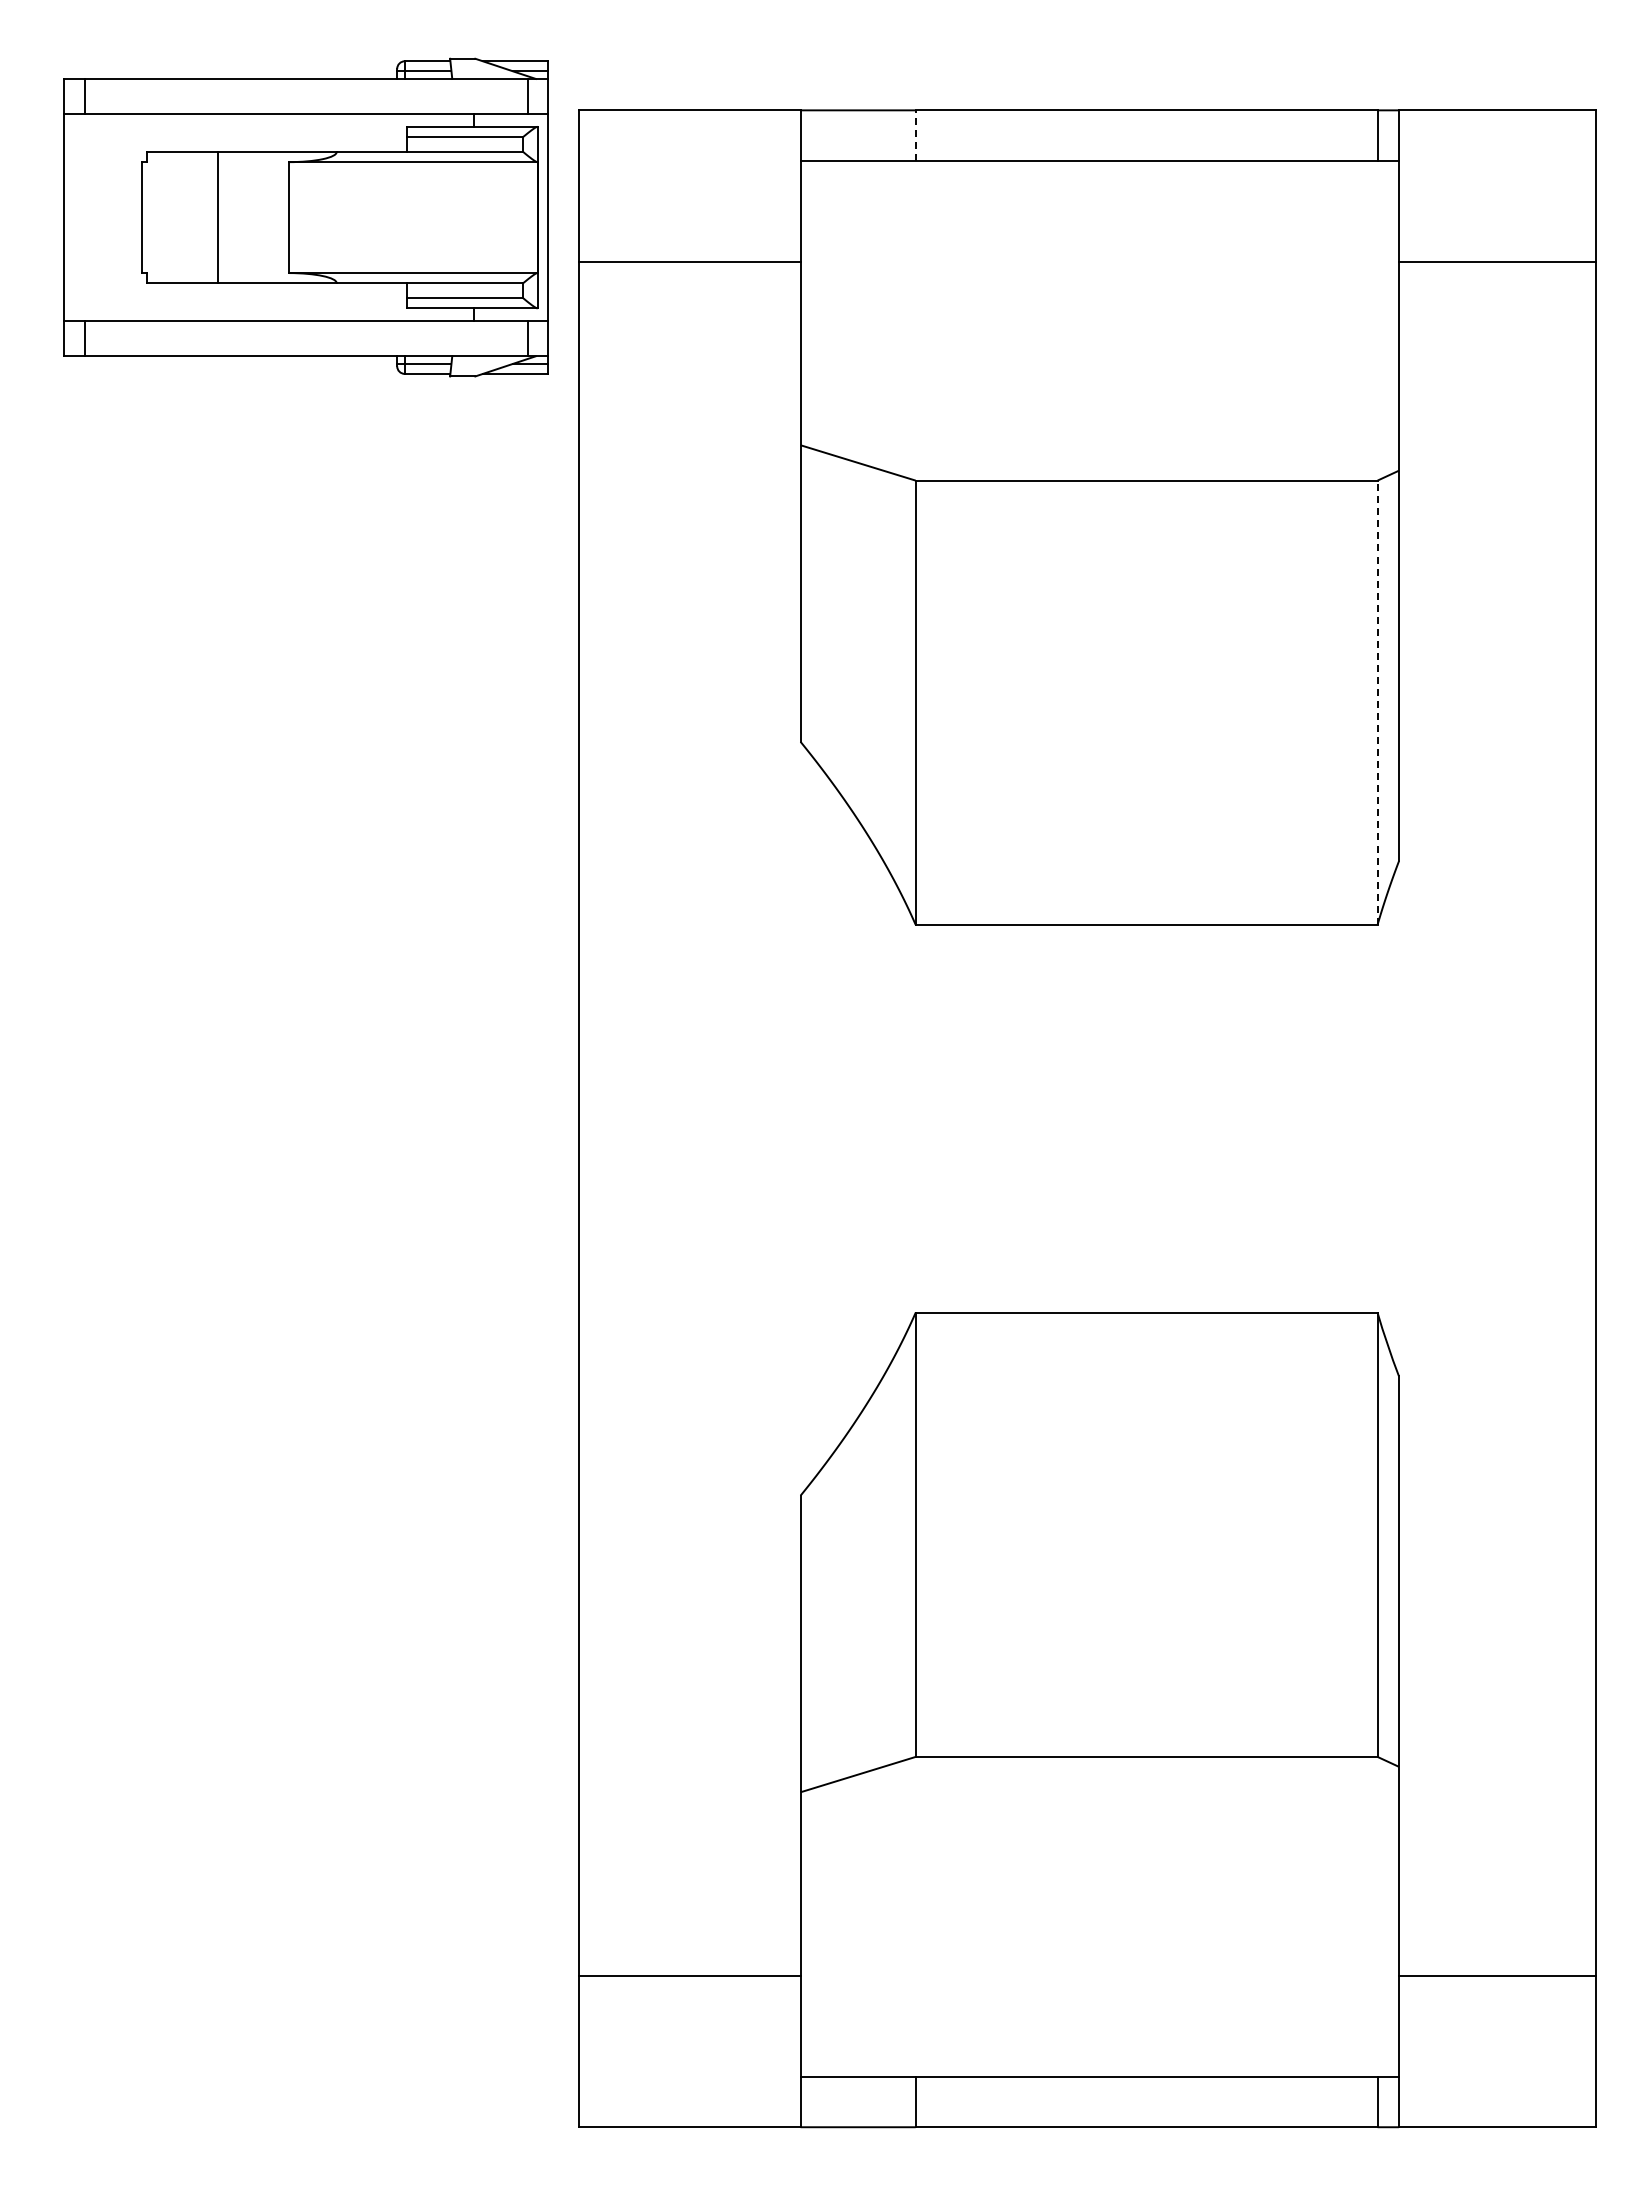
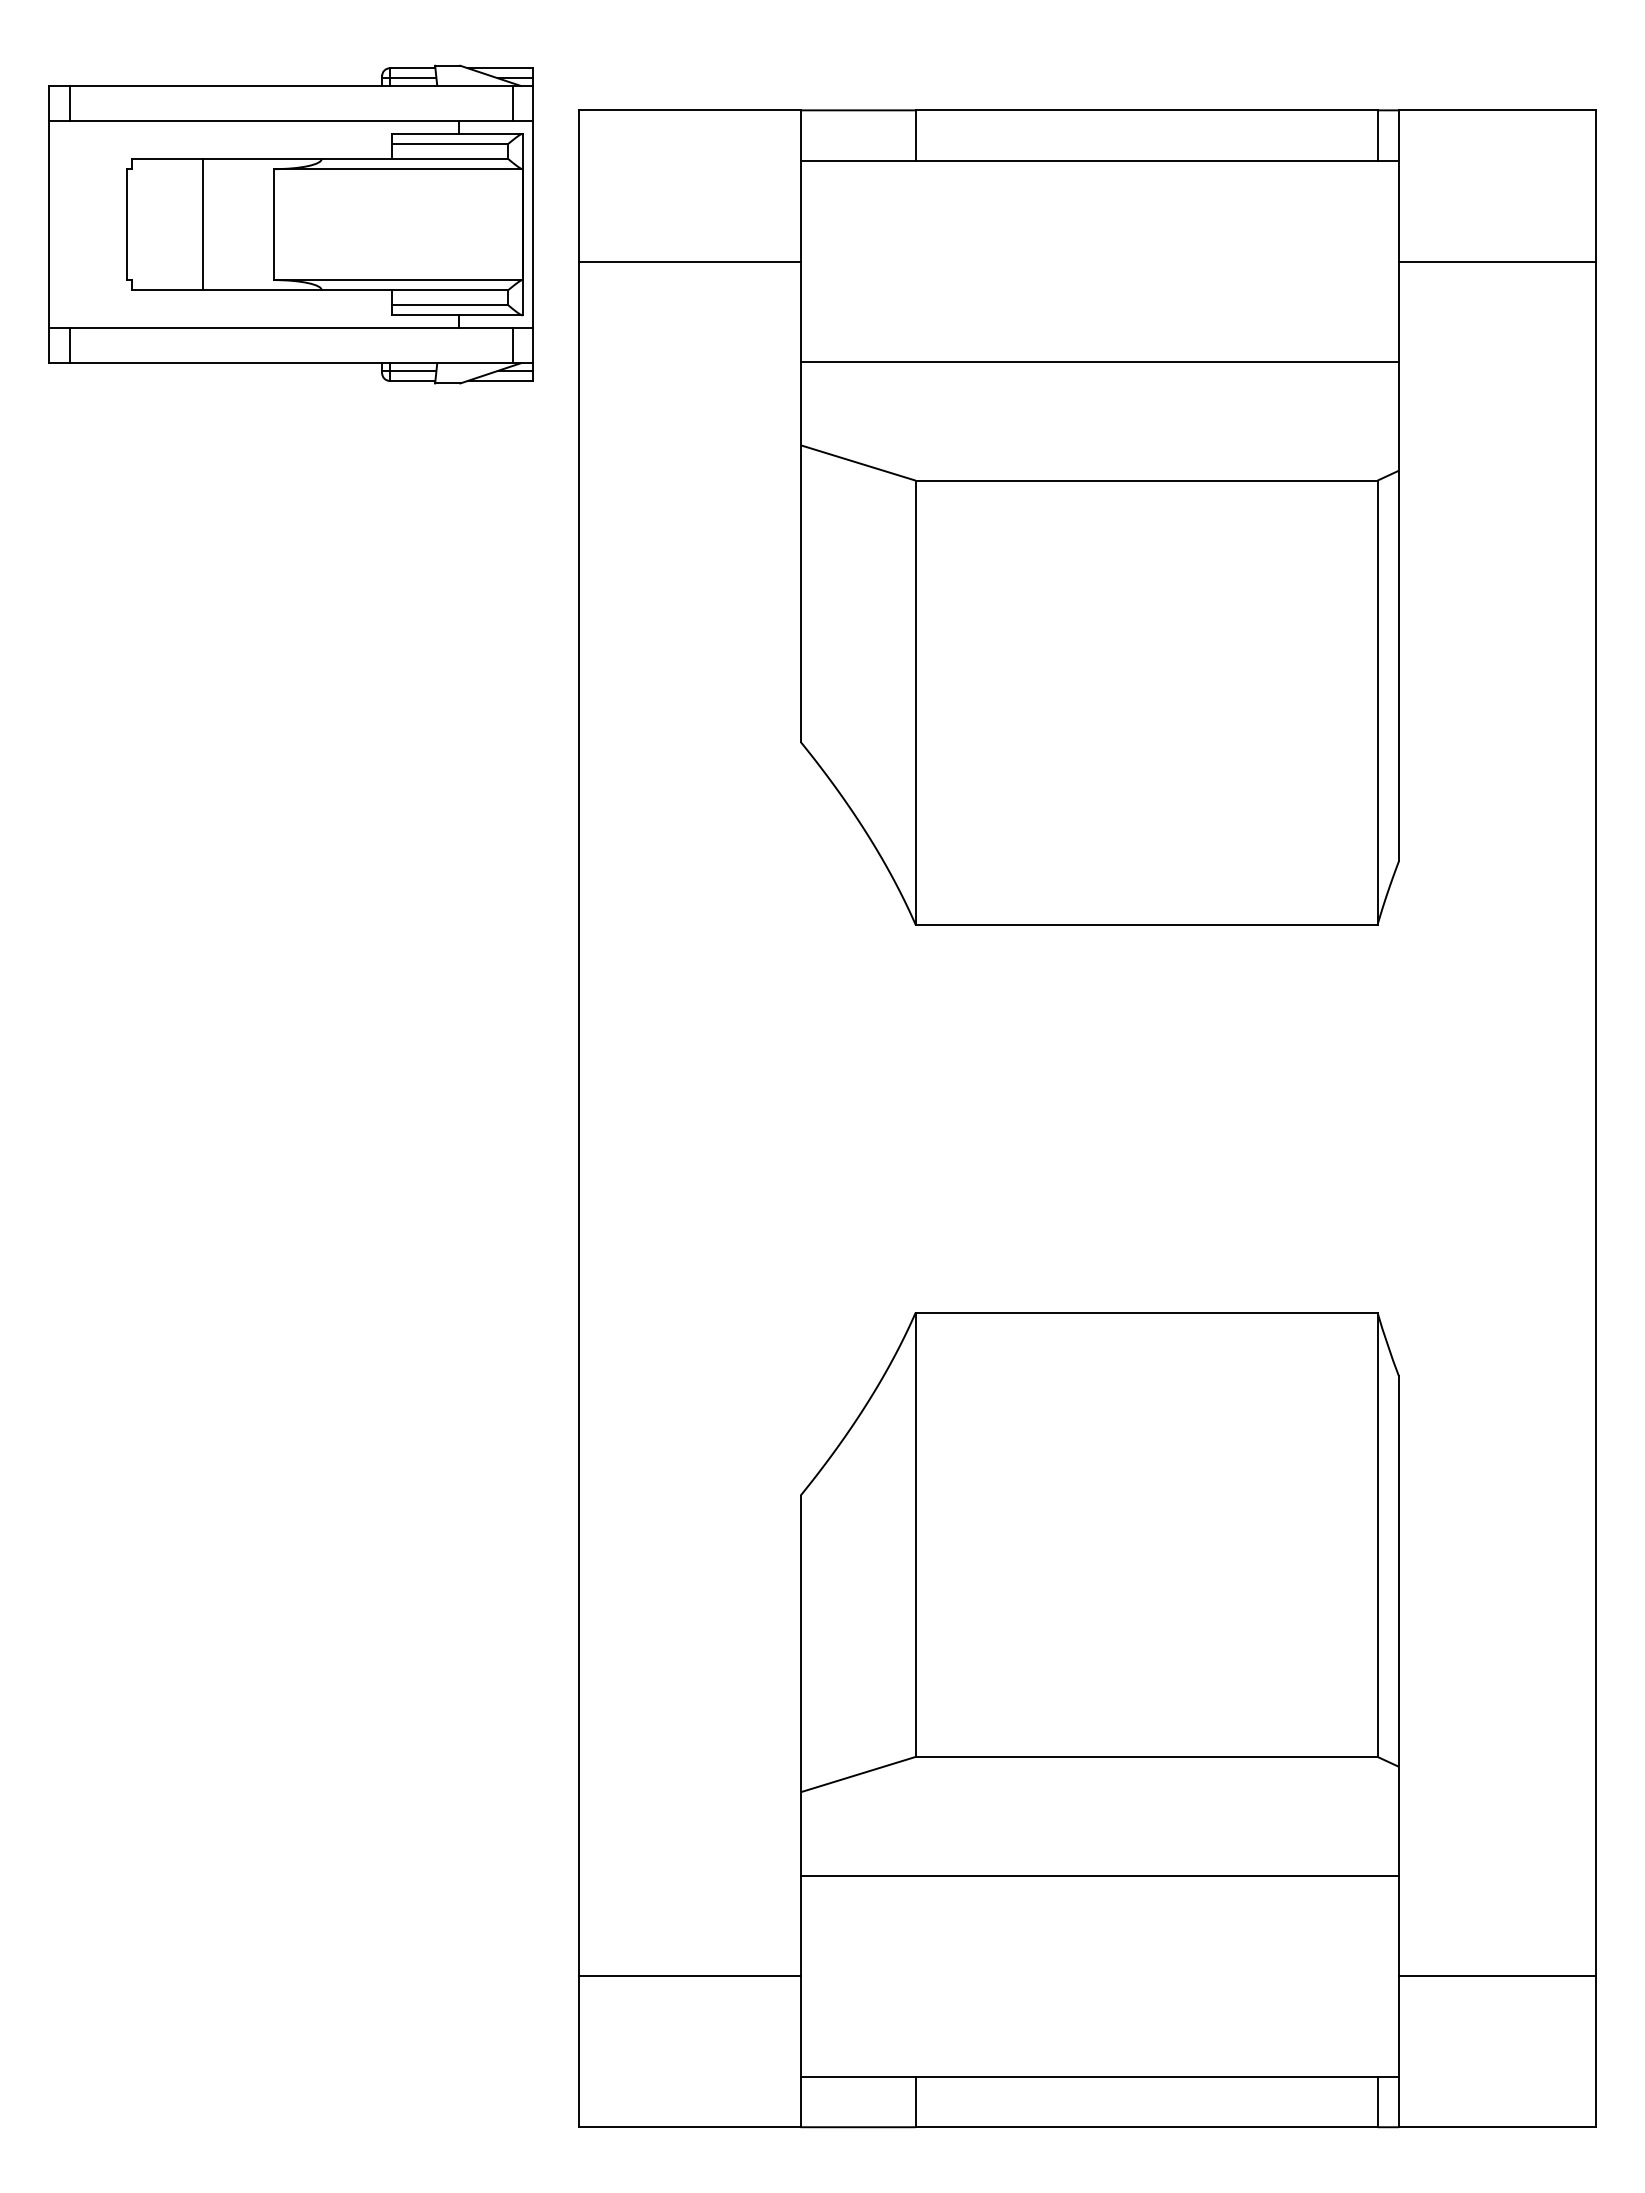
line at (915, 135): dashed -> solid
part at (305, 217) position: (305, 217) -> (290, 224)
line at (1099, 361): none -> present
line at (1377, 702): dashed -> solid
line at (1099, 1875): none -> present
